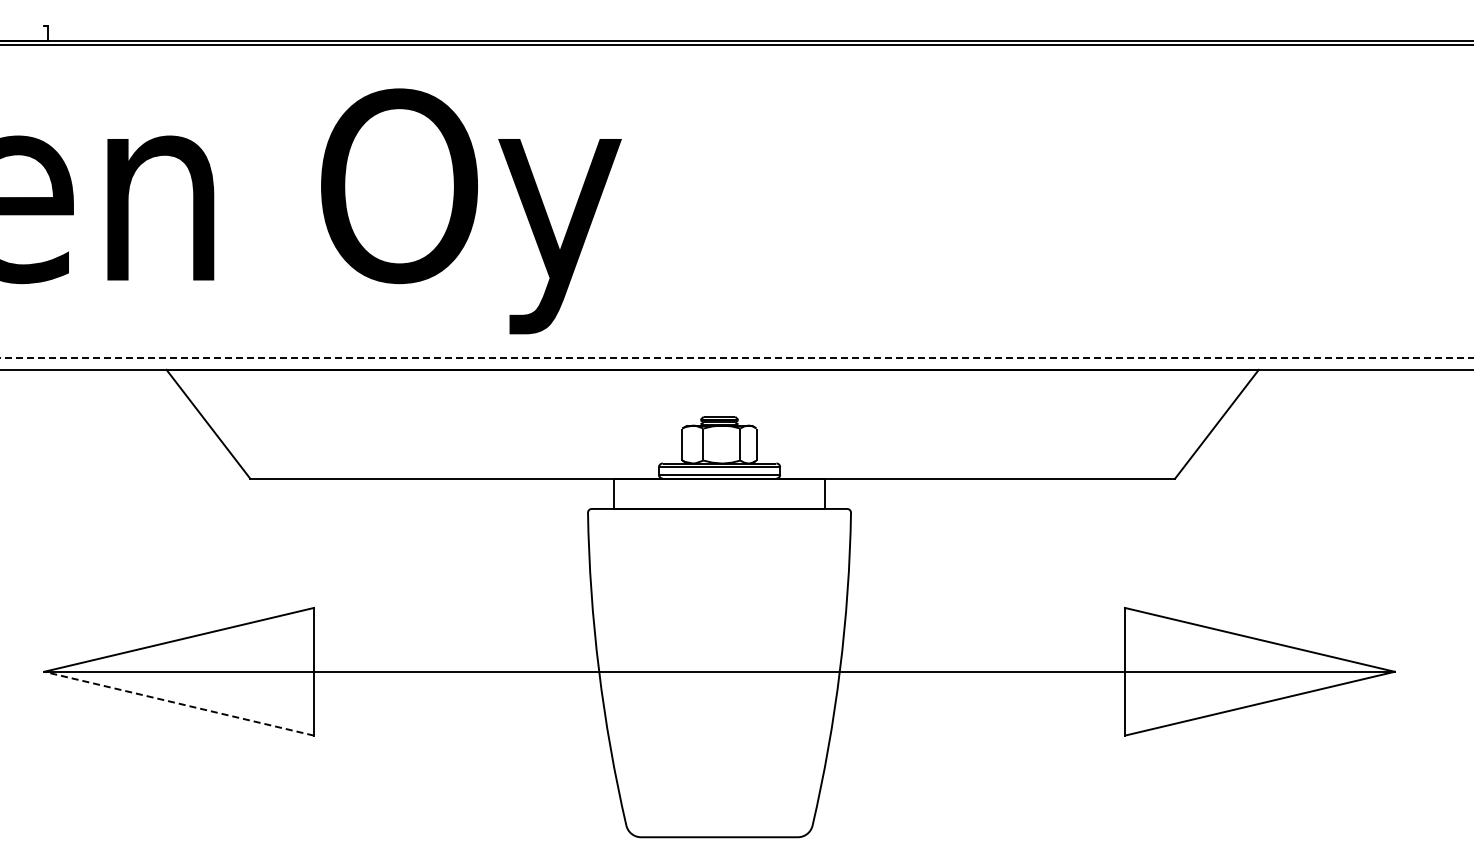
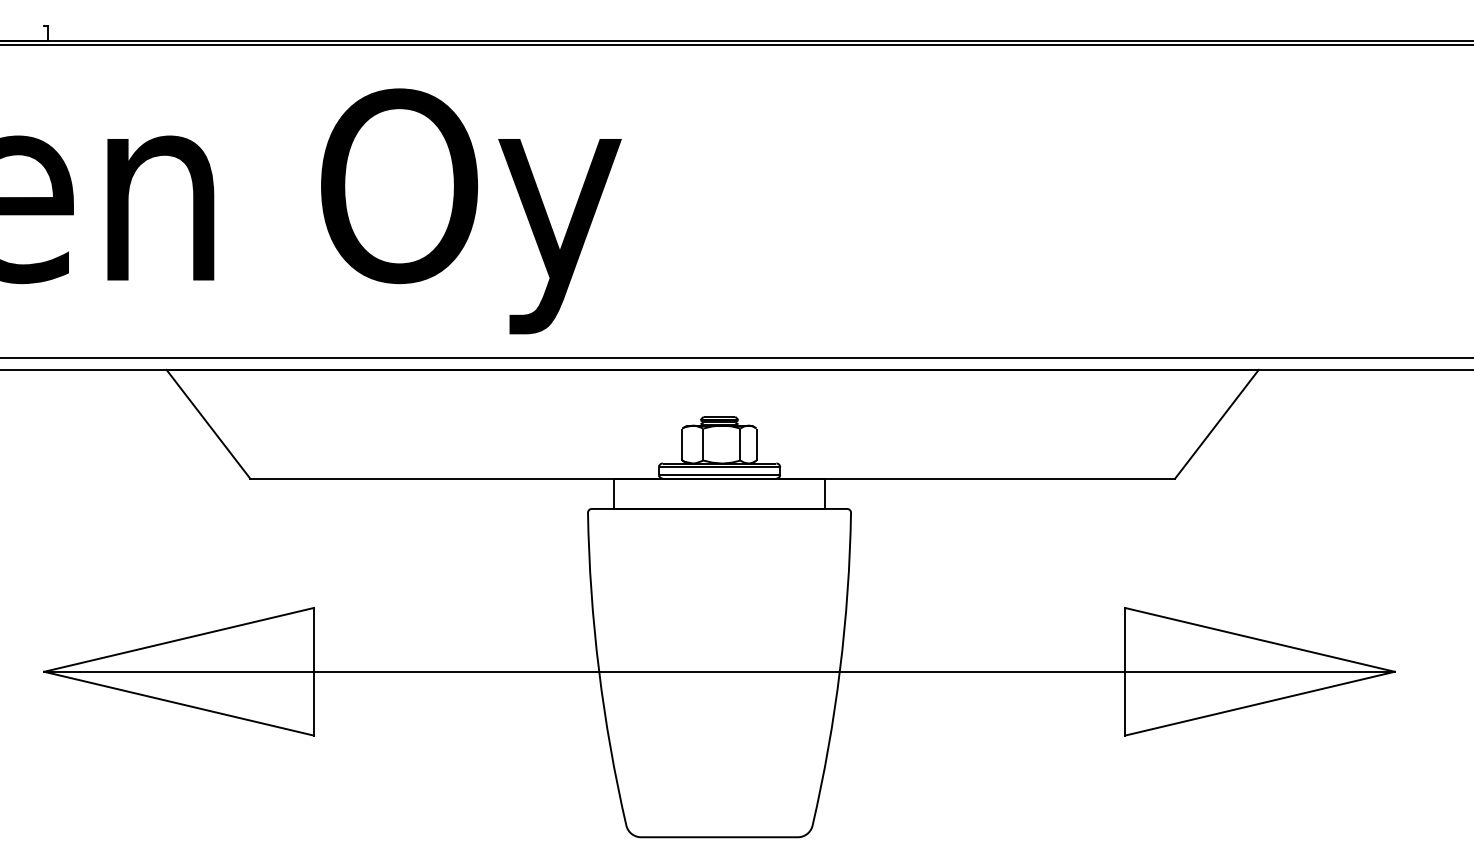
line at (735, 358): dashed -> solid
line at (179, 703): dashed -> solid
